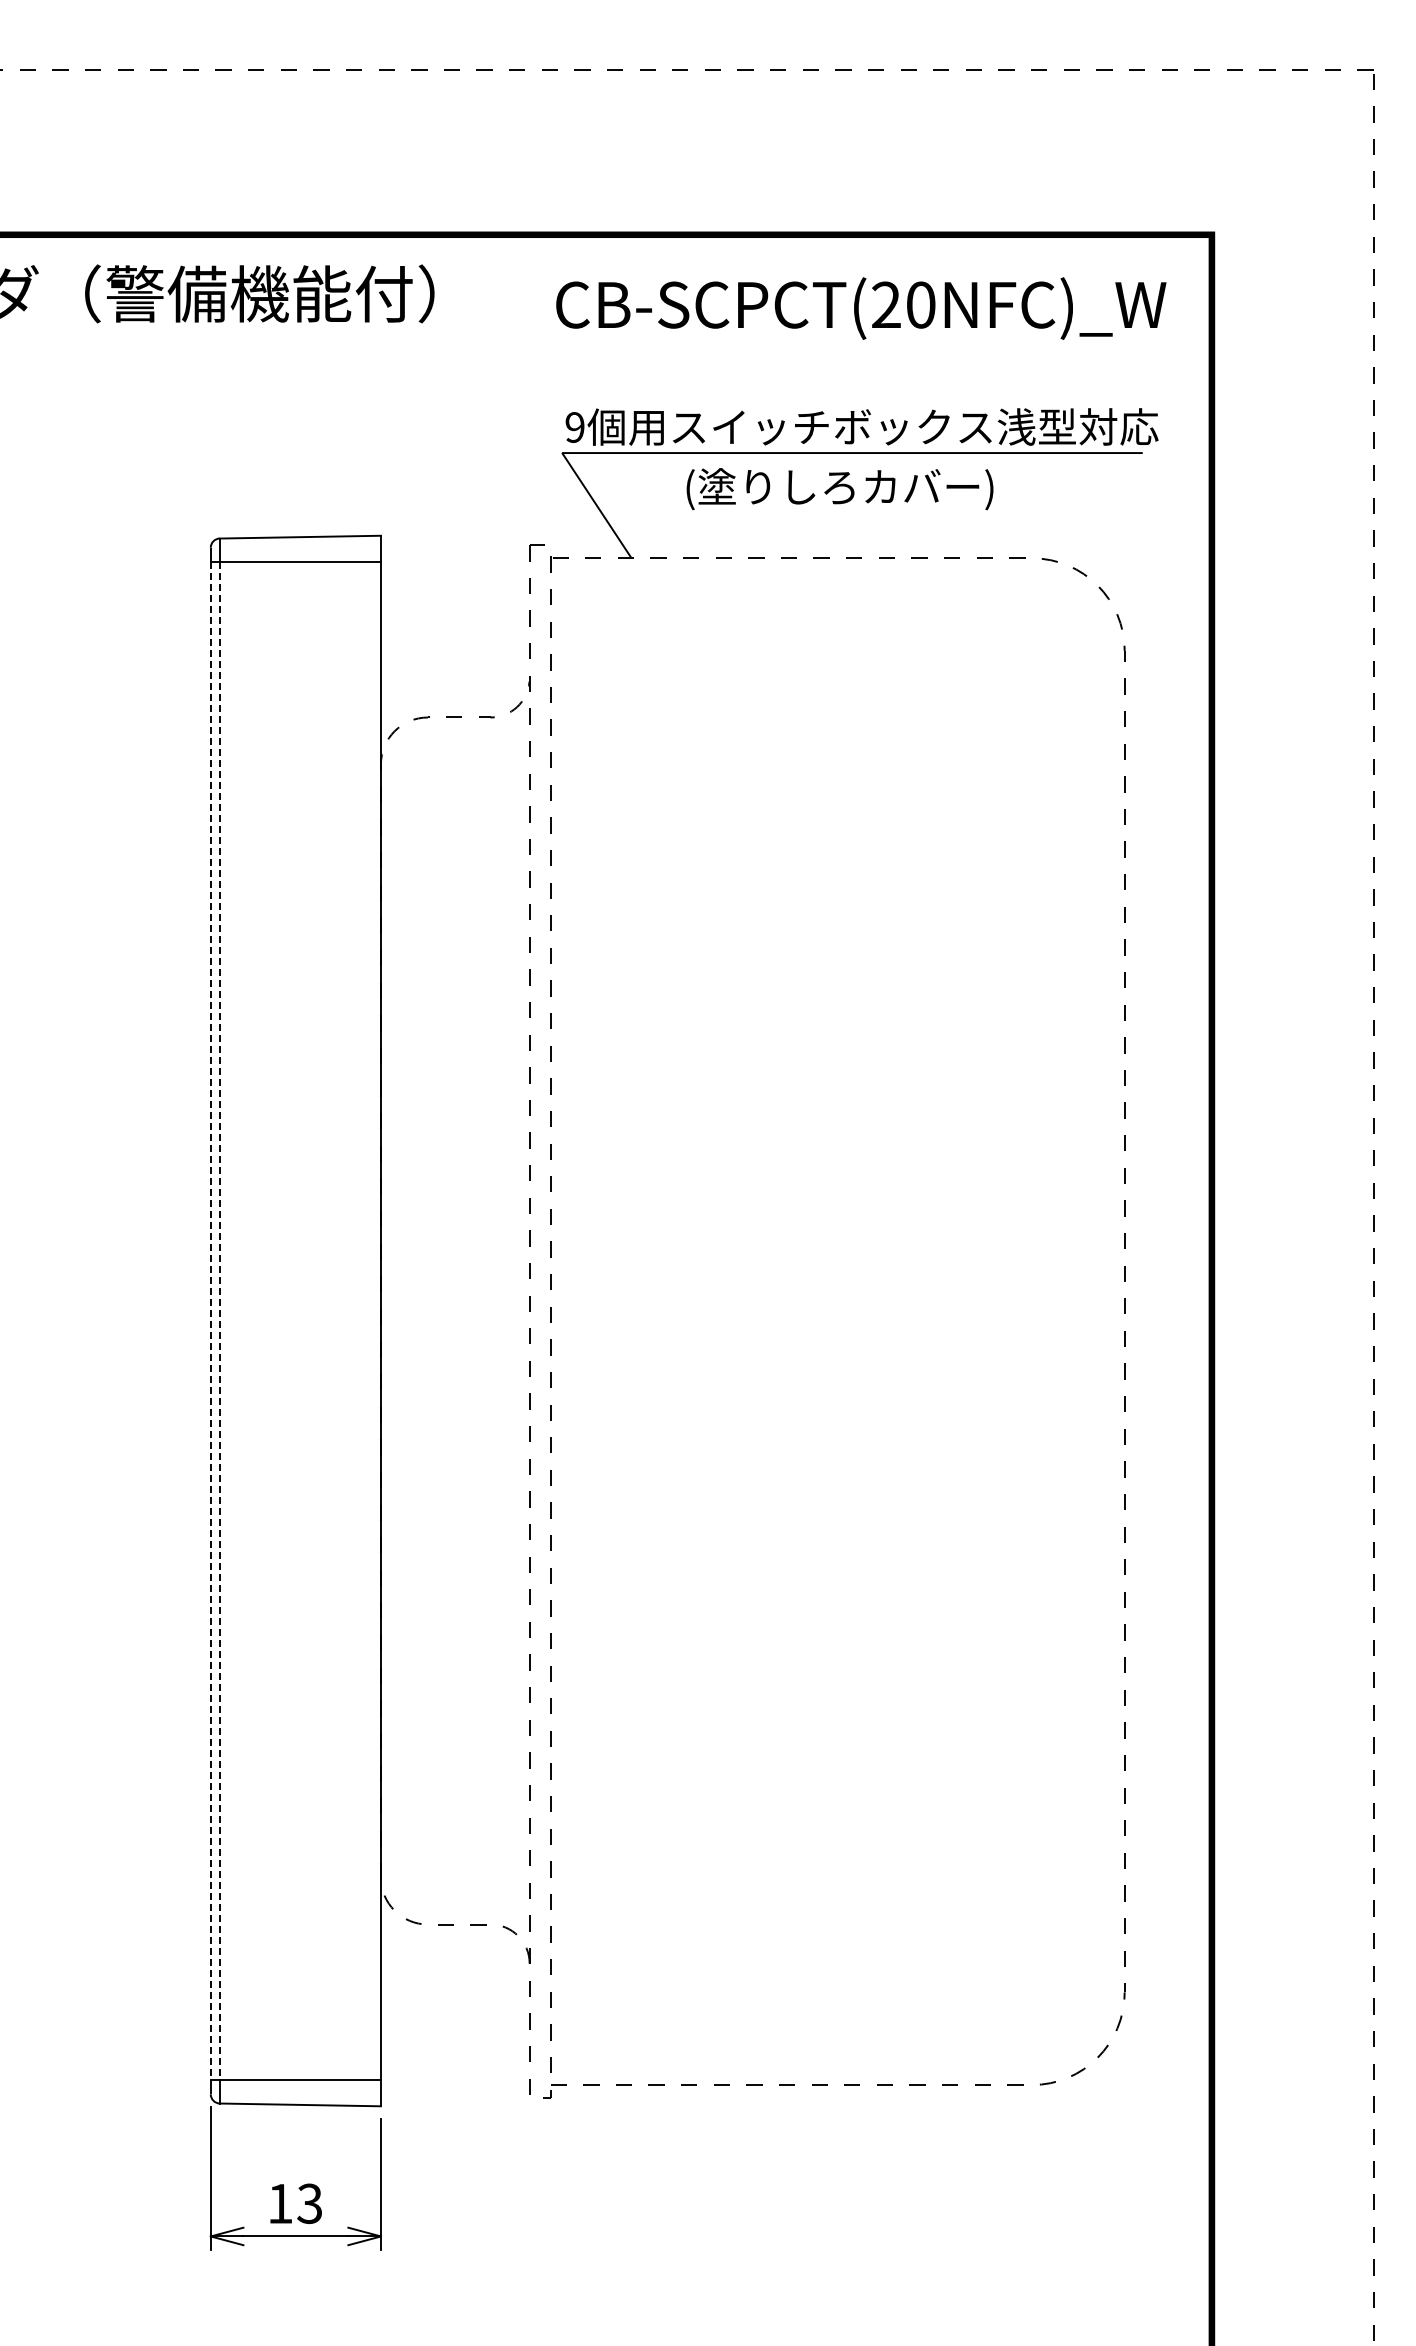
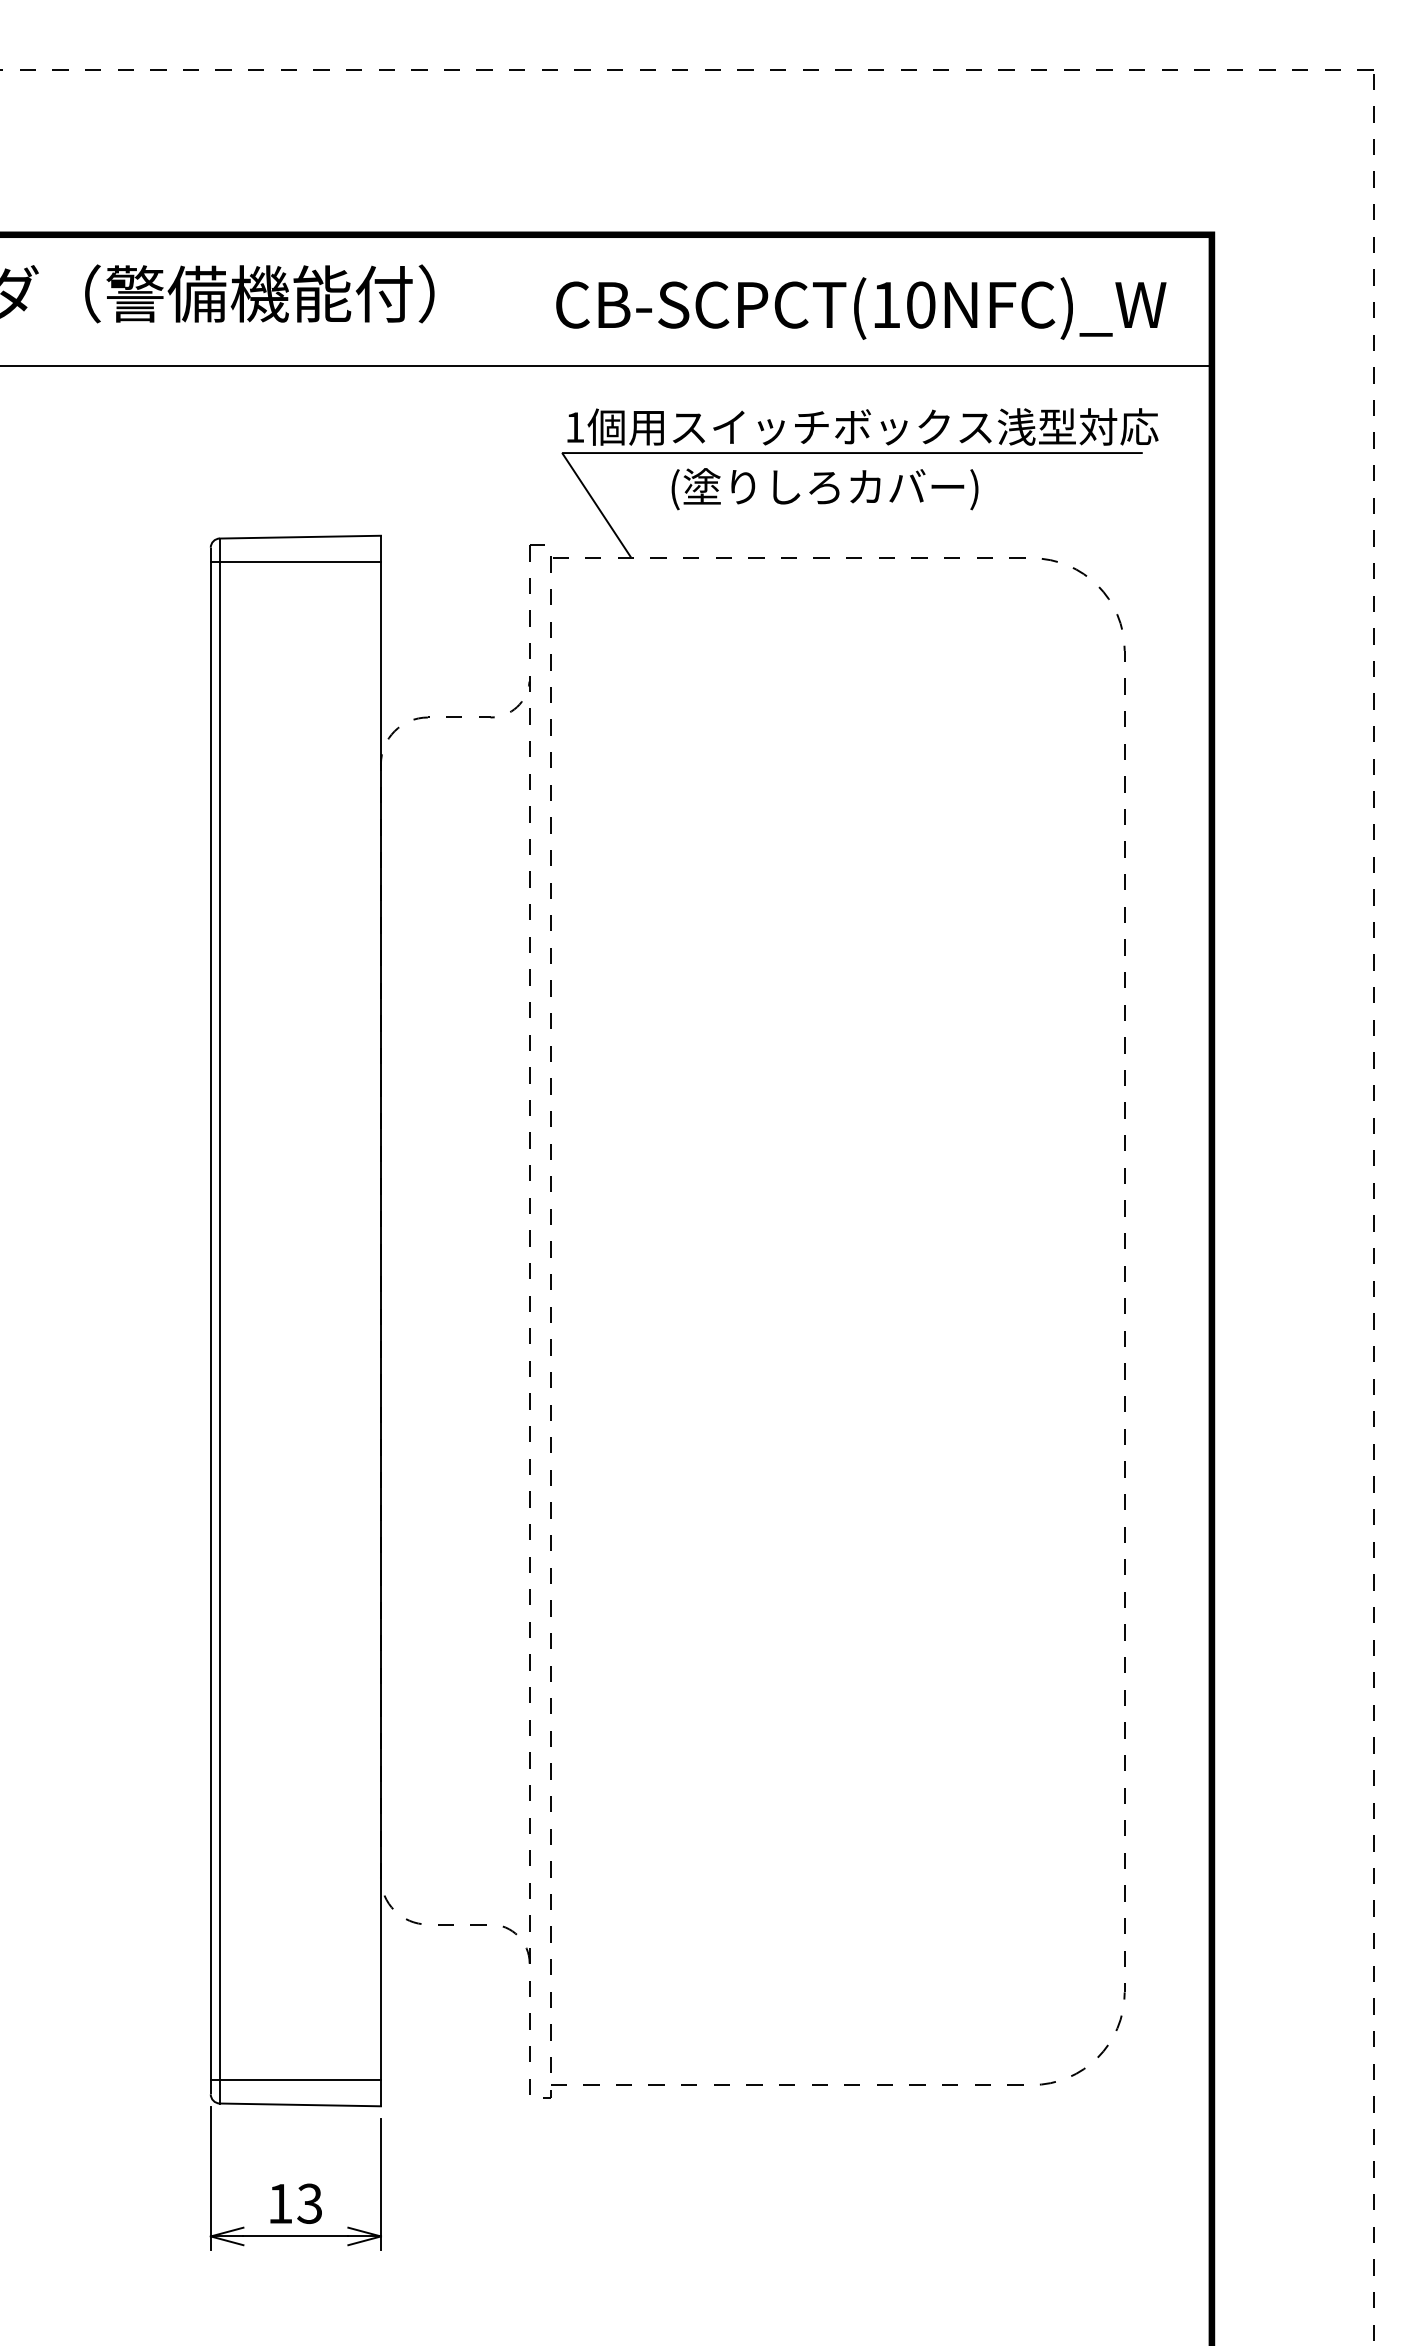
text at (886, 304): CB-SCPCT(20NFC)_W -> CB-SCPCT(10NFC)_W
line at (606, 365): none -> present
text at (574, 427): 9 -> 1
text at (839, 489) position: (839, 489) -> (824, 489)
line at (210, 1321): dashed -> solid
line at (219, 1321): dashed -> solid
